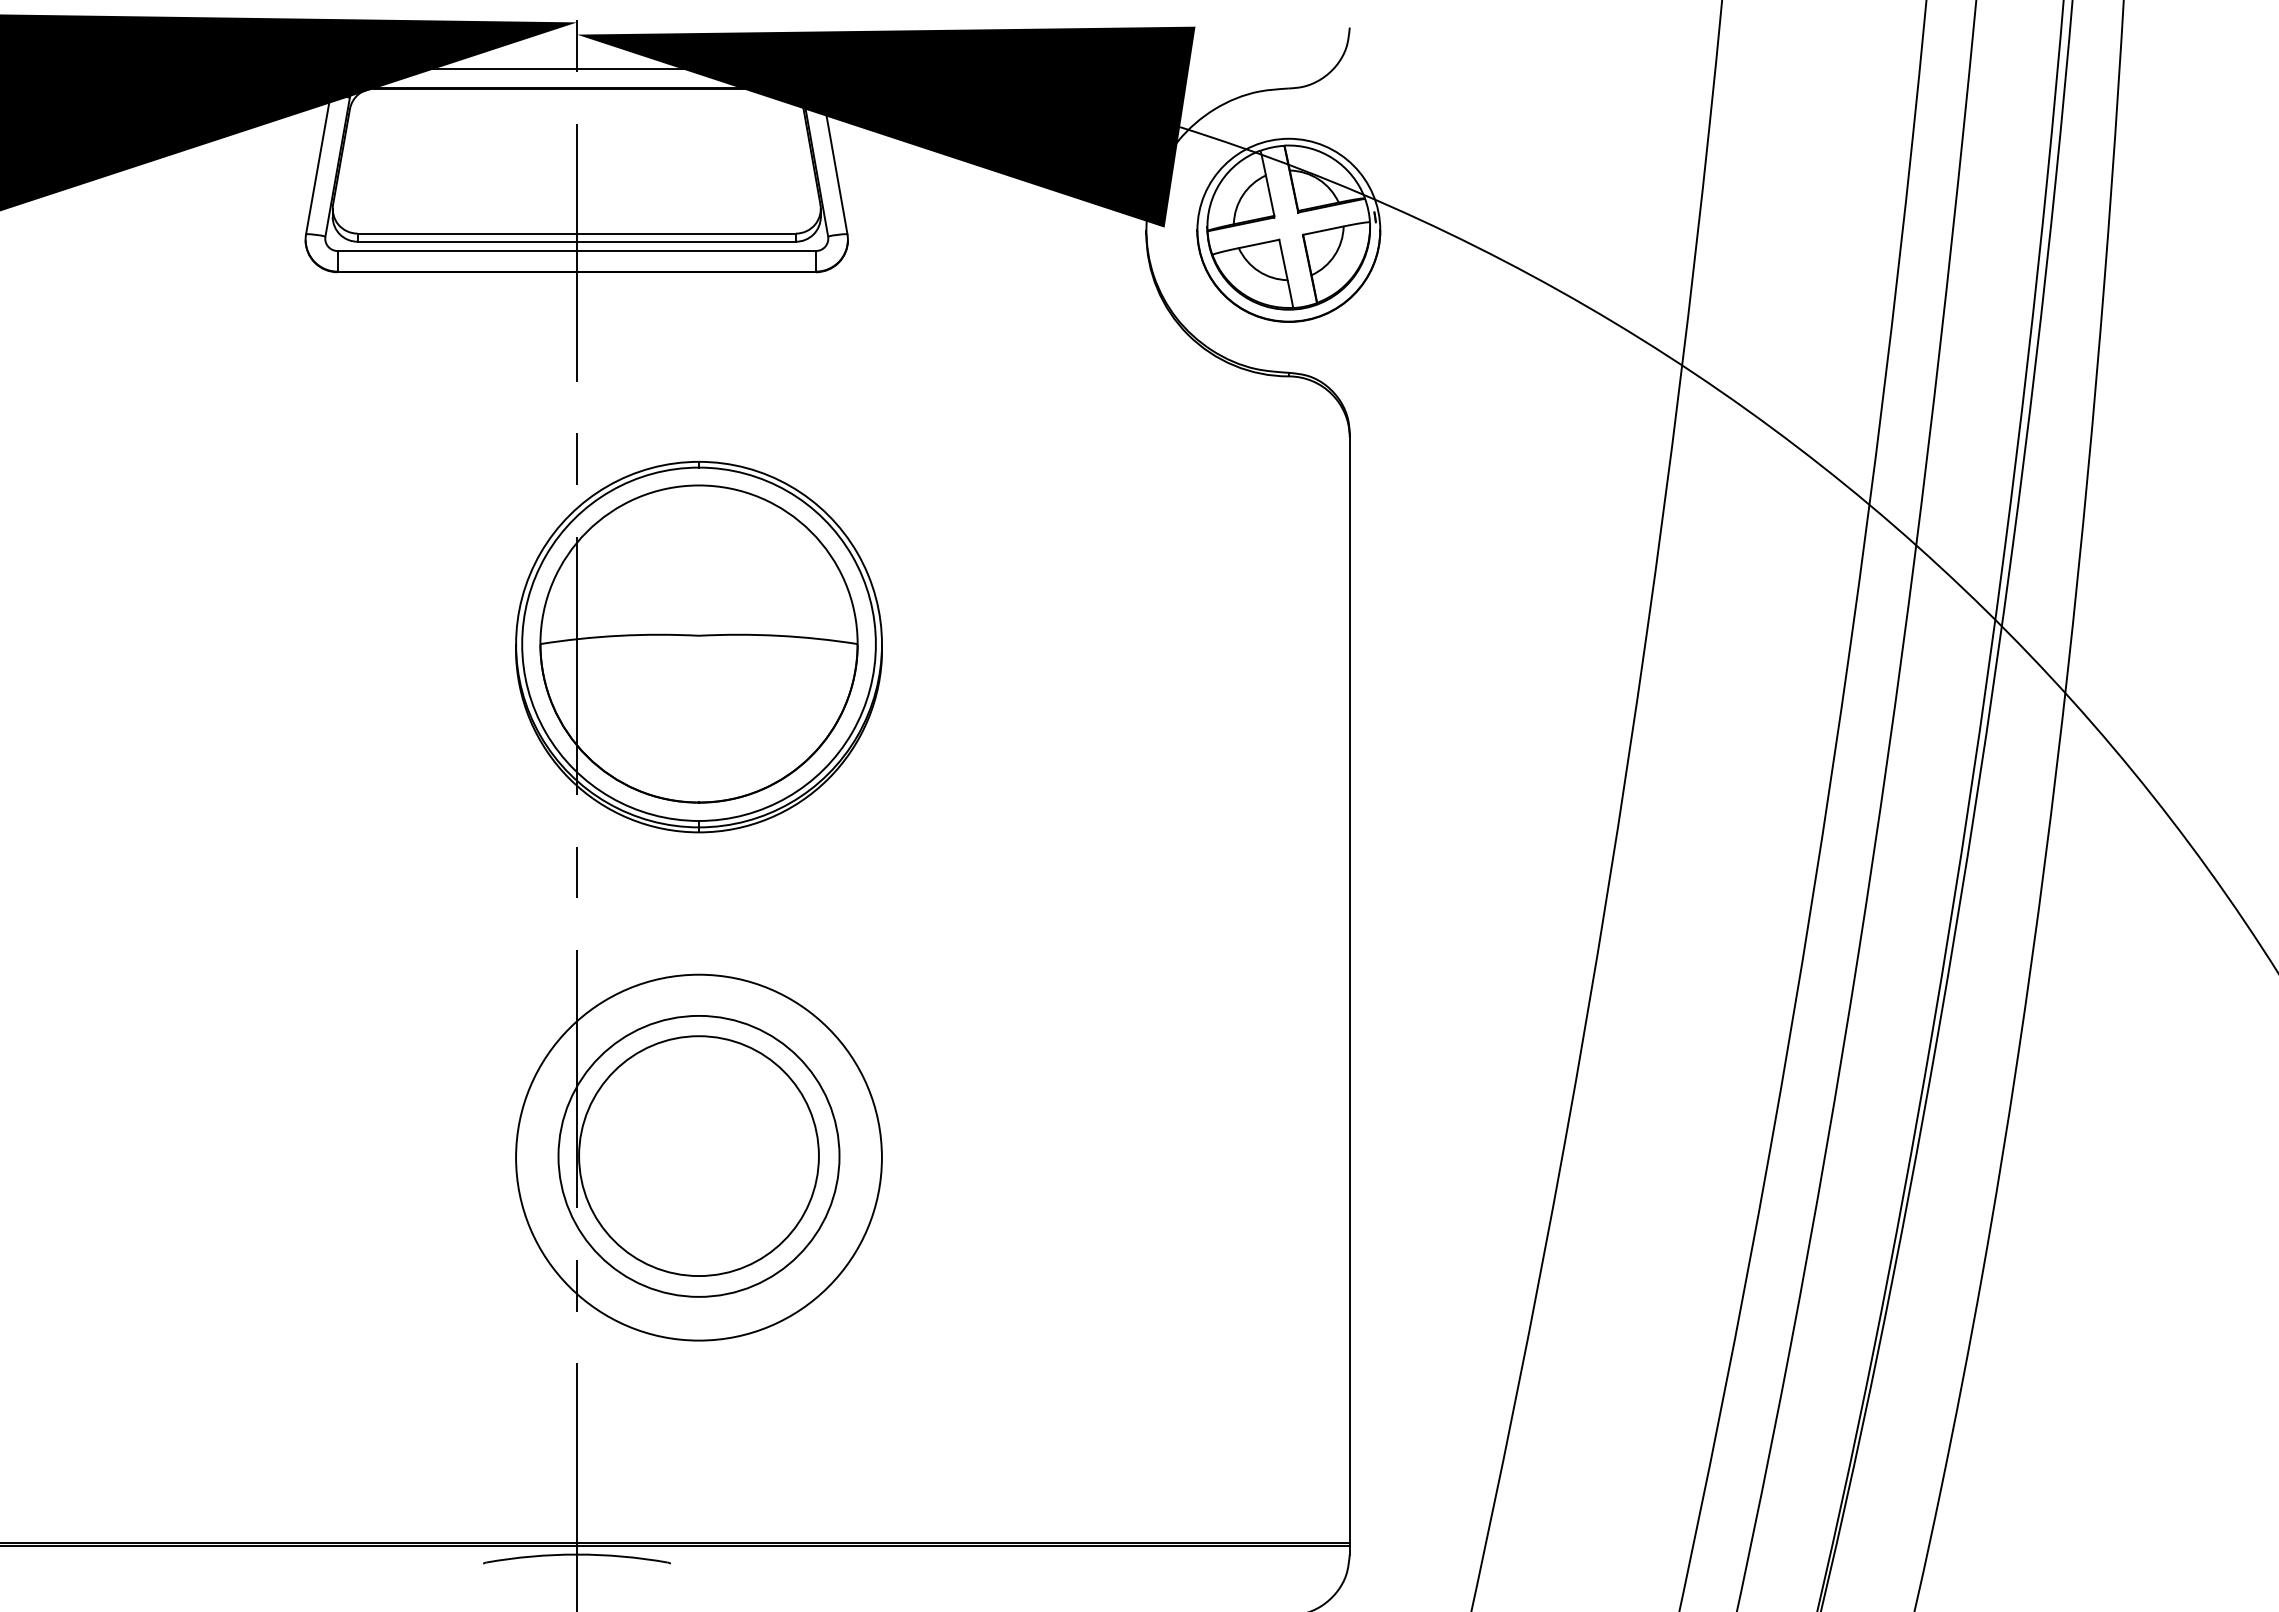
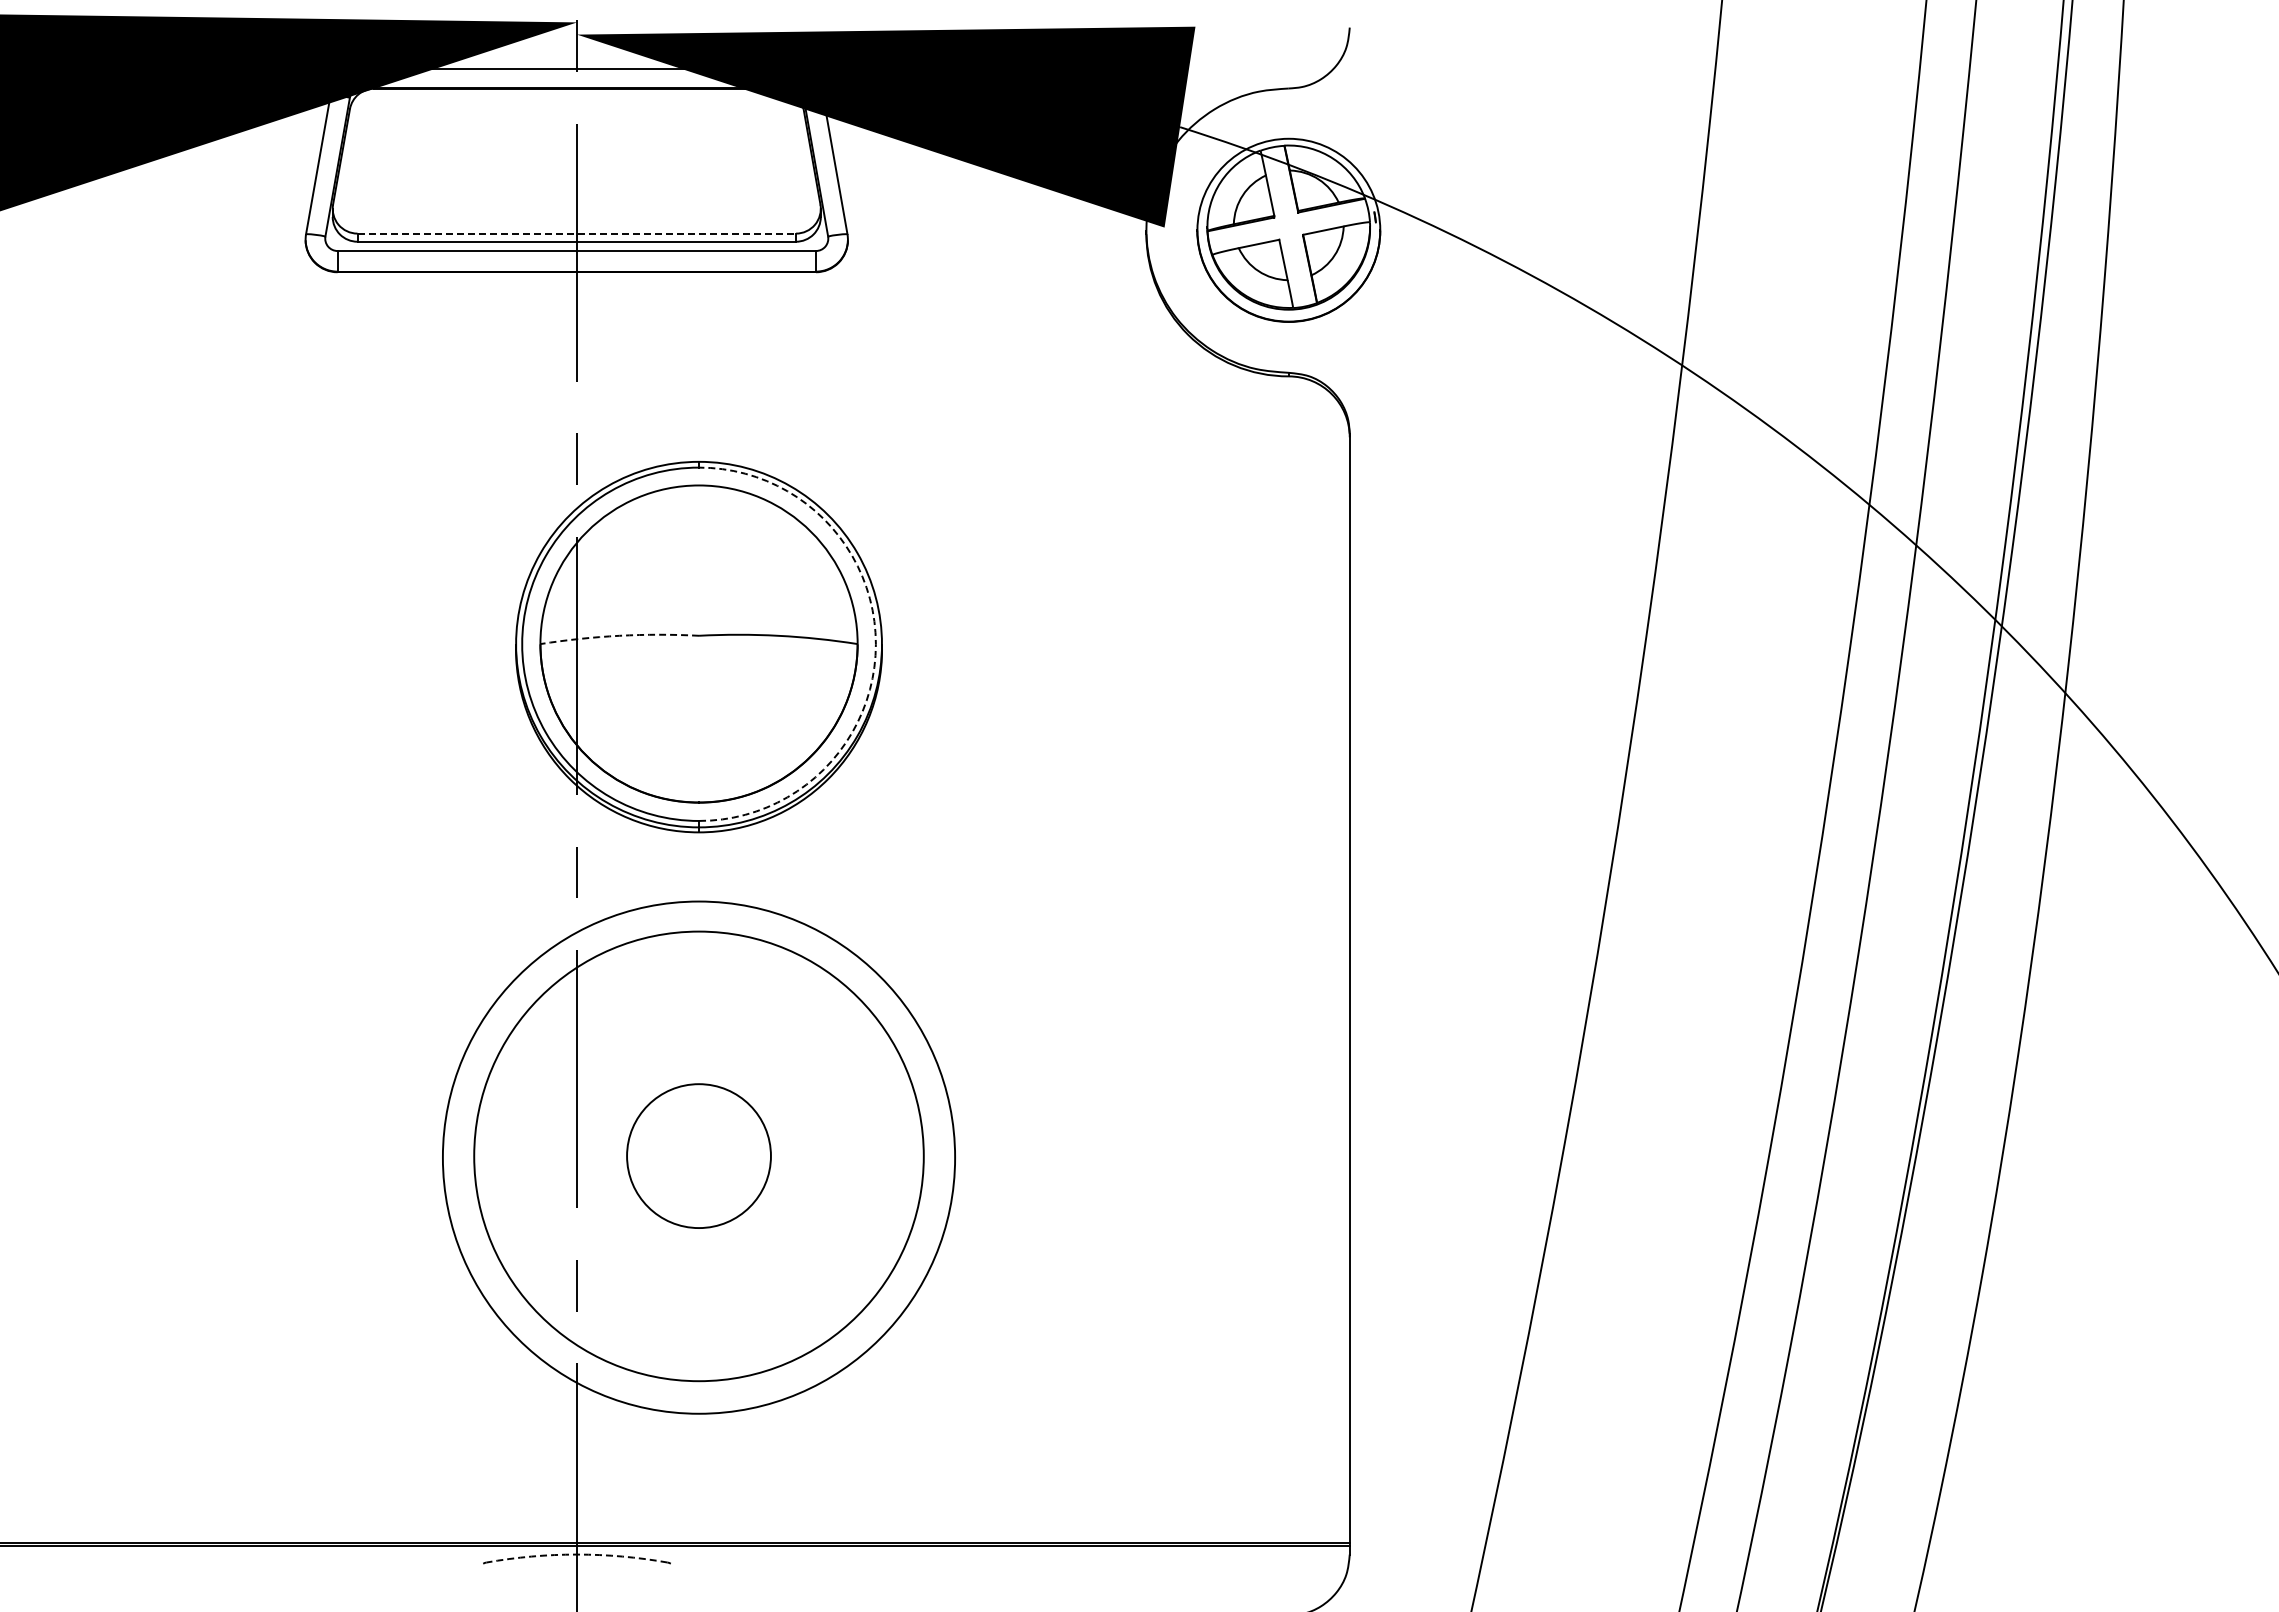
line at (577, 233): solid -> dashed
arc at (619, 635): solid -> dashed
arc at (875, 644): solid -> dashed
circle at (698, 1155) diameter: 281 px -> 450 px
circle at (698, 1156) diameter: 240 px -> 144 px
circle at (698, 1157) diameter: 366 px -> 512 px
arc at (577, 1554): solid -> dashed
